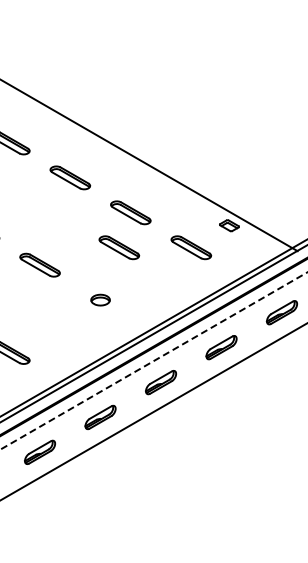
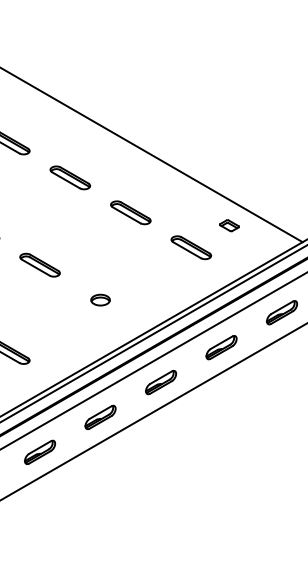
line at (149, 165) position: (149, 165) -> (152, 155)
part at (119, 247): present -> none
line at (154, 360): dashed -> solid
